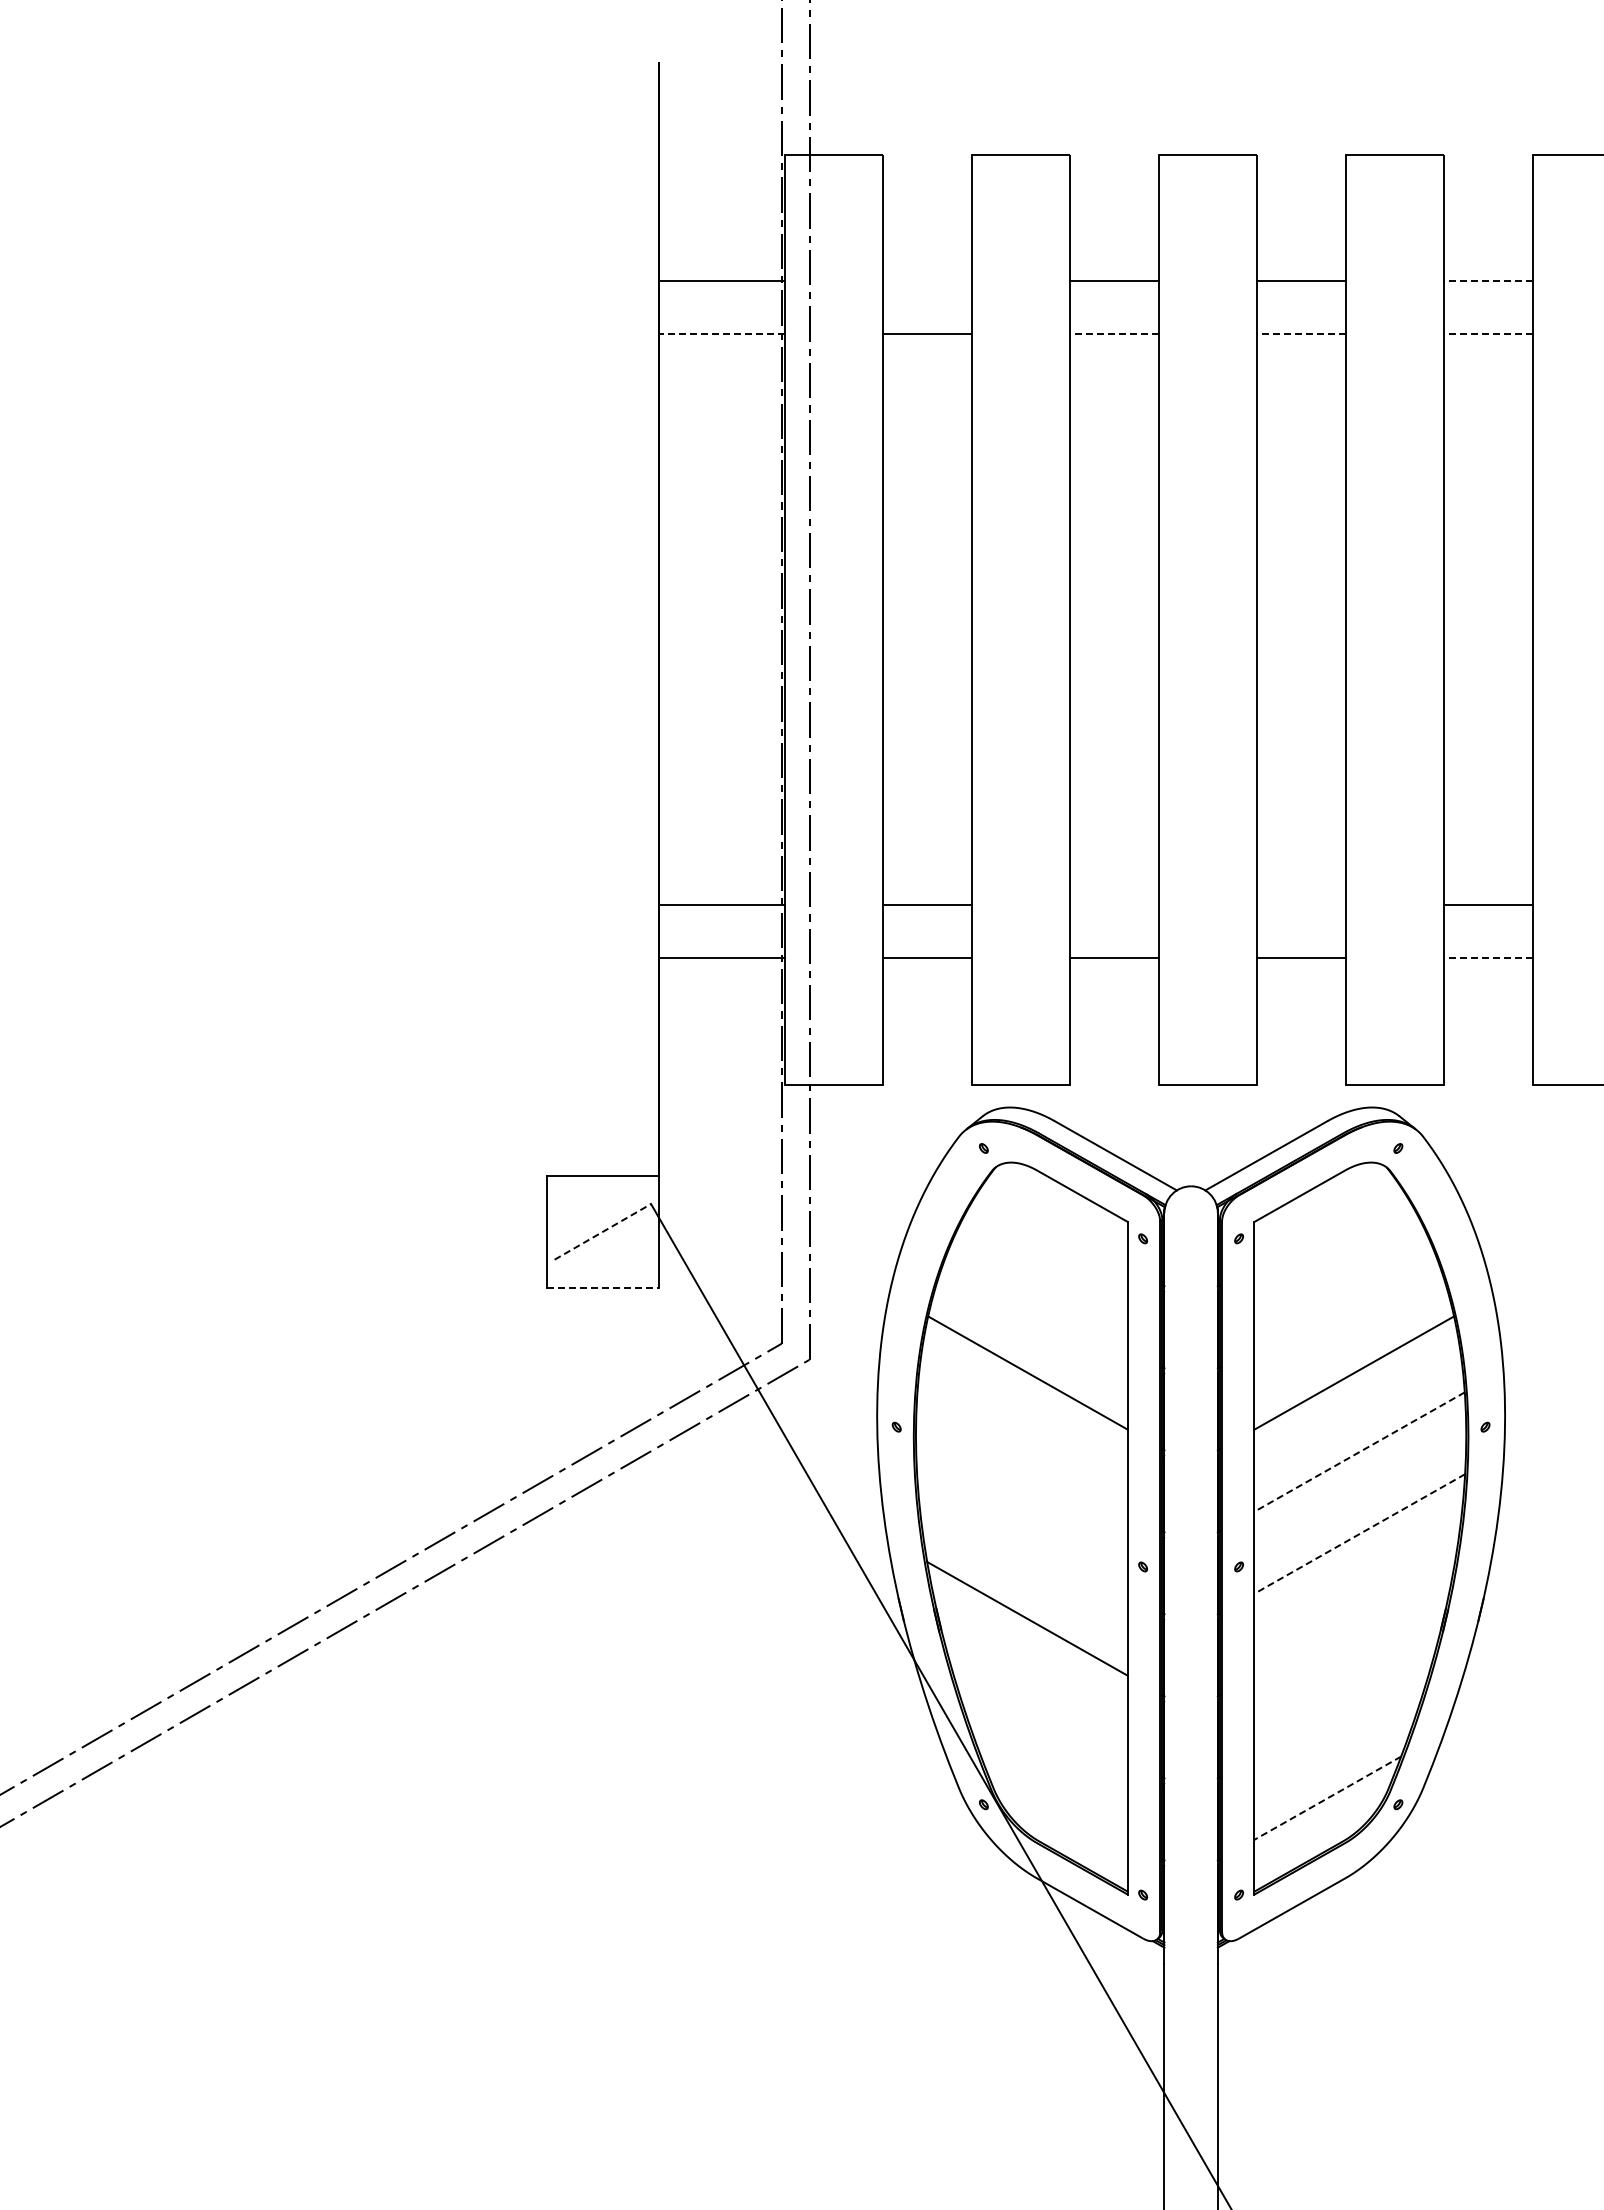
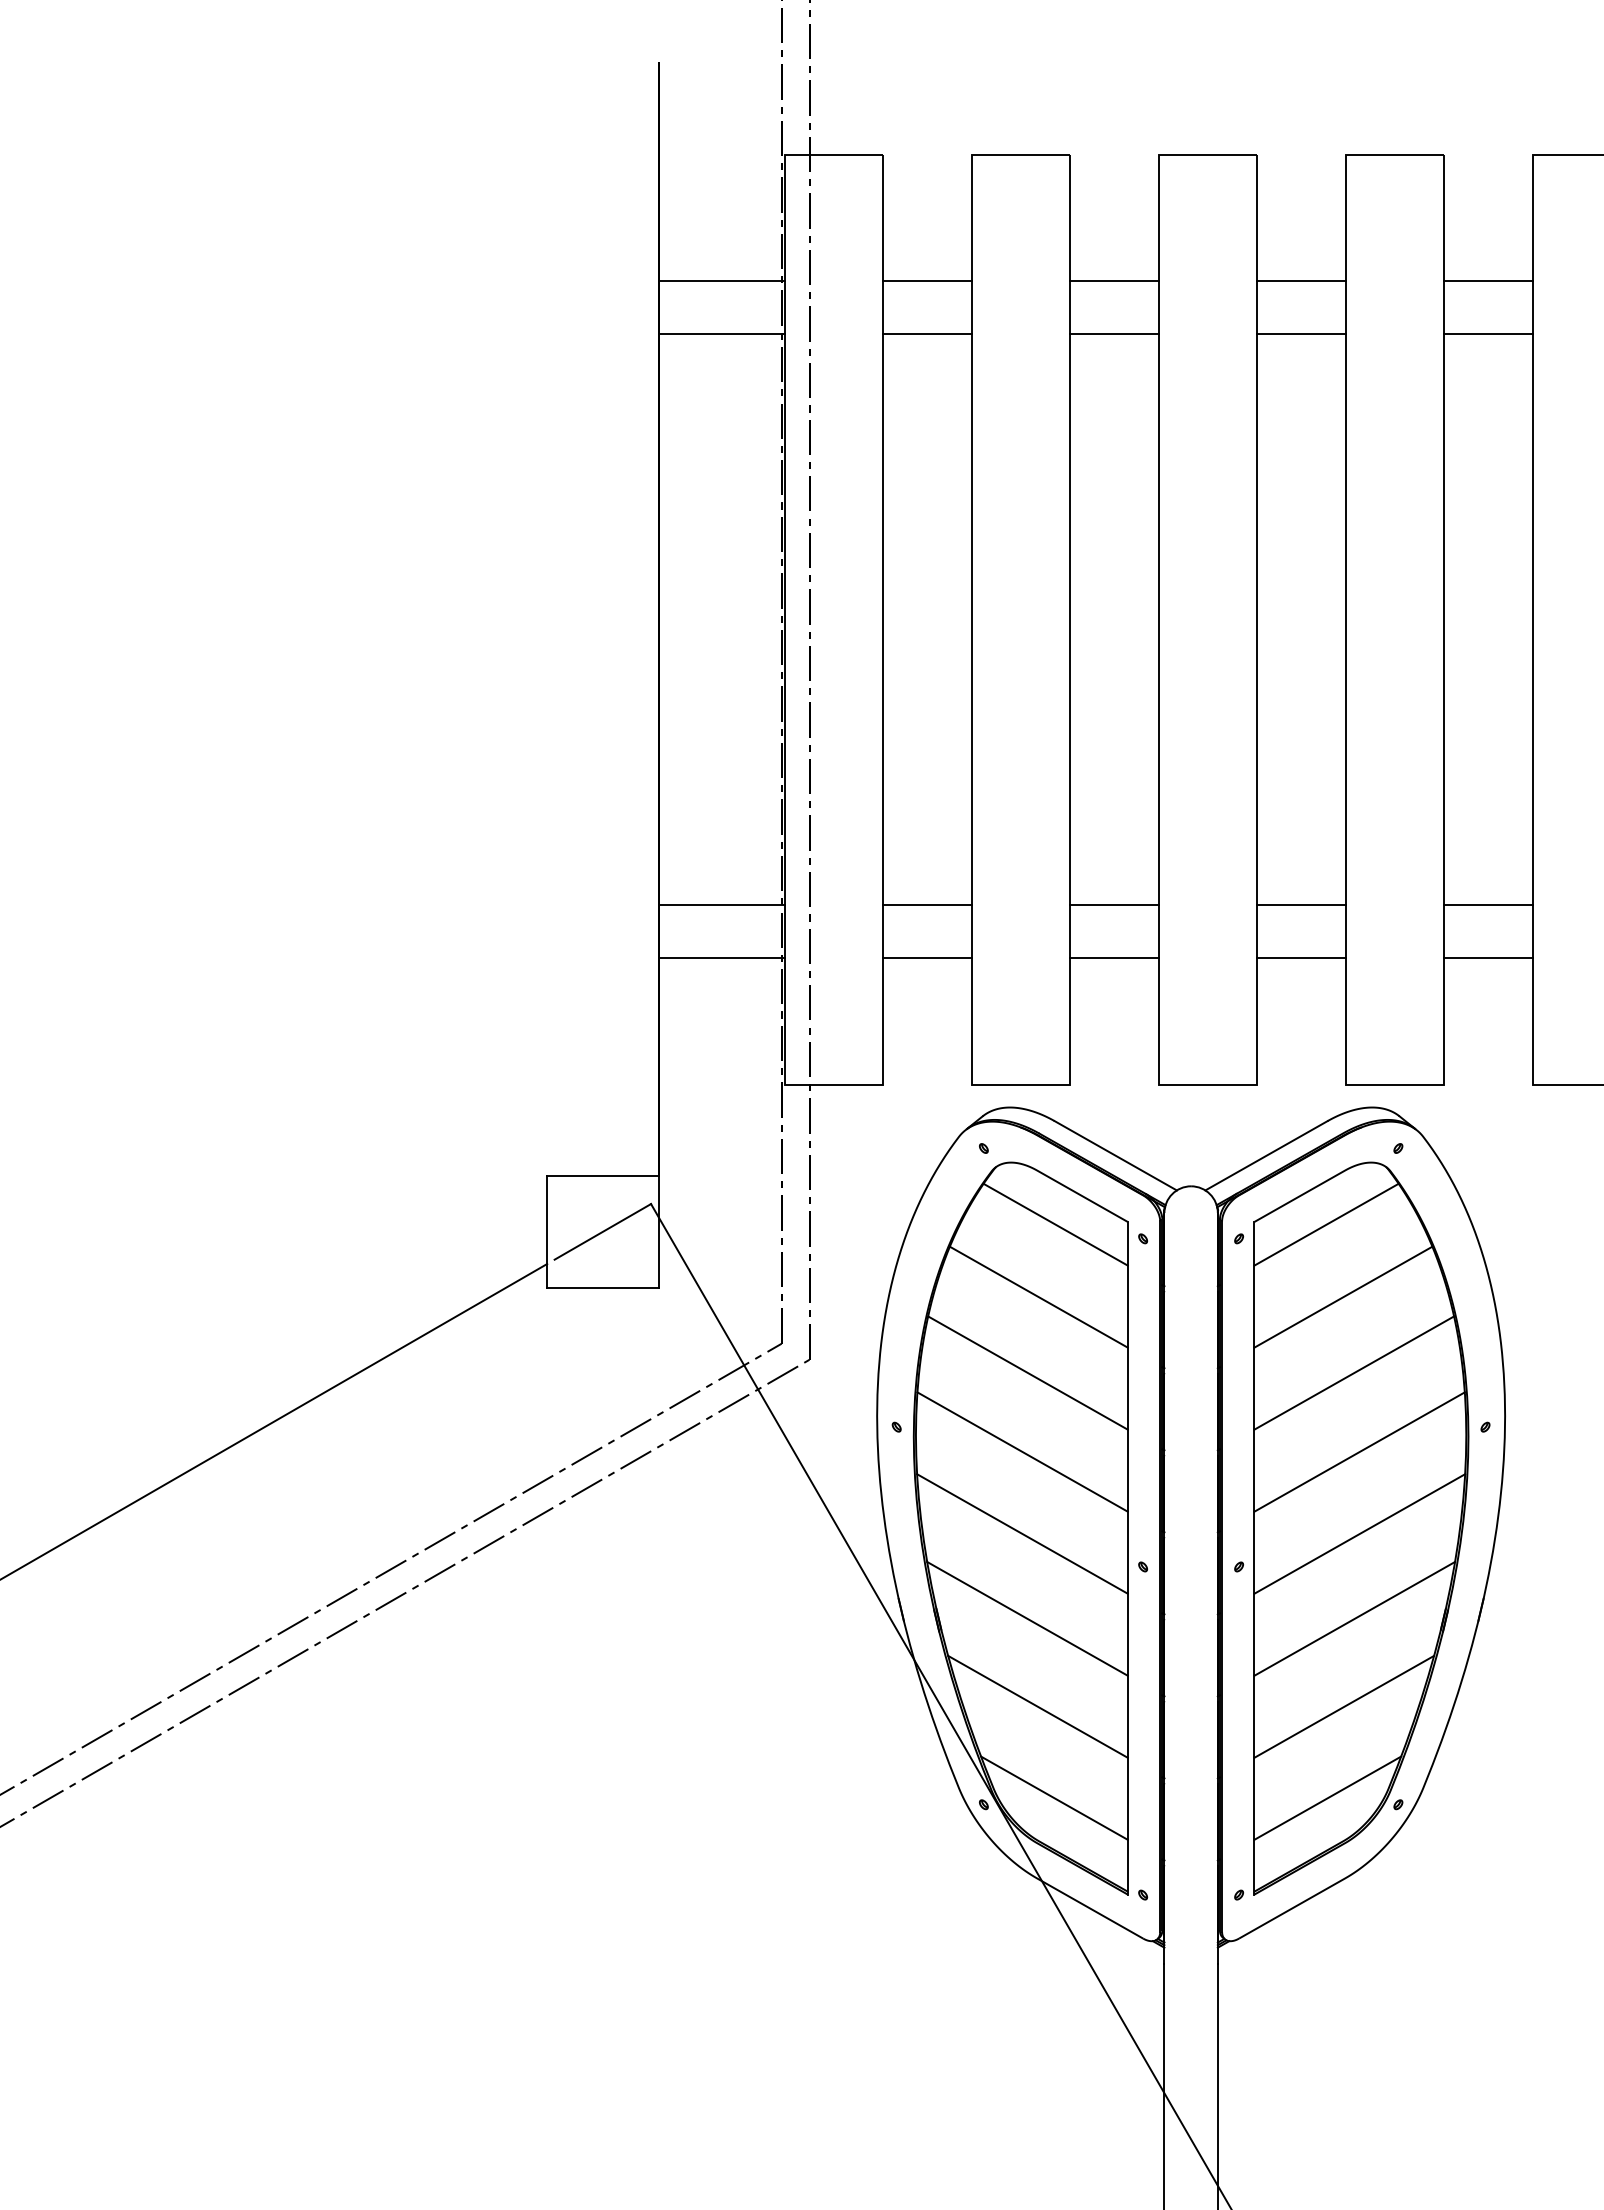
line at (926, 281): none -> present
line at (1487, 281): dashed -> solid
line at (721, 334): dashed -> solid
line at (1113, 334): dashed -> solid
line at (1300, 334): dashed -> solid
line at (1487, 334): dashed -> solid
line at (1113, 904): none -> present
line at (1300, 904): none -> present
line at (1487, 958): dashed -> solid
line at (1055, 1224): none -> present
line at (1326, 1224): none -> present
line at (602, 1231): dashed -> solid
line at (602, 1287): dashed -> solid
line at (1038, 1296): none -> present
line at (1343, 1296): none -> present
line at (274, 1421): none -> present
line at (1022, 1451): none -> present
line at (1359, 1452): dashed -> solid
line at (1022, 1533): none -> present
line at (1359, 1534): dashed -> solid
line at (1354, 1618): none -> present
line at (1037, 1706): none -> present
line at (1344, 1706): none -> present
line at (1054, 1797): none -> present
line at (1327, 1798): dashed -> solid
